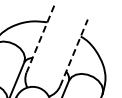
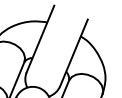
line at (40, 39): dashed -> solid
line at (74, 52): dashed -> solid
